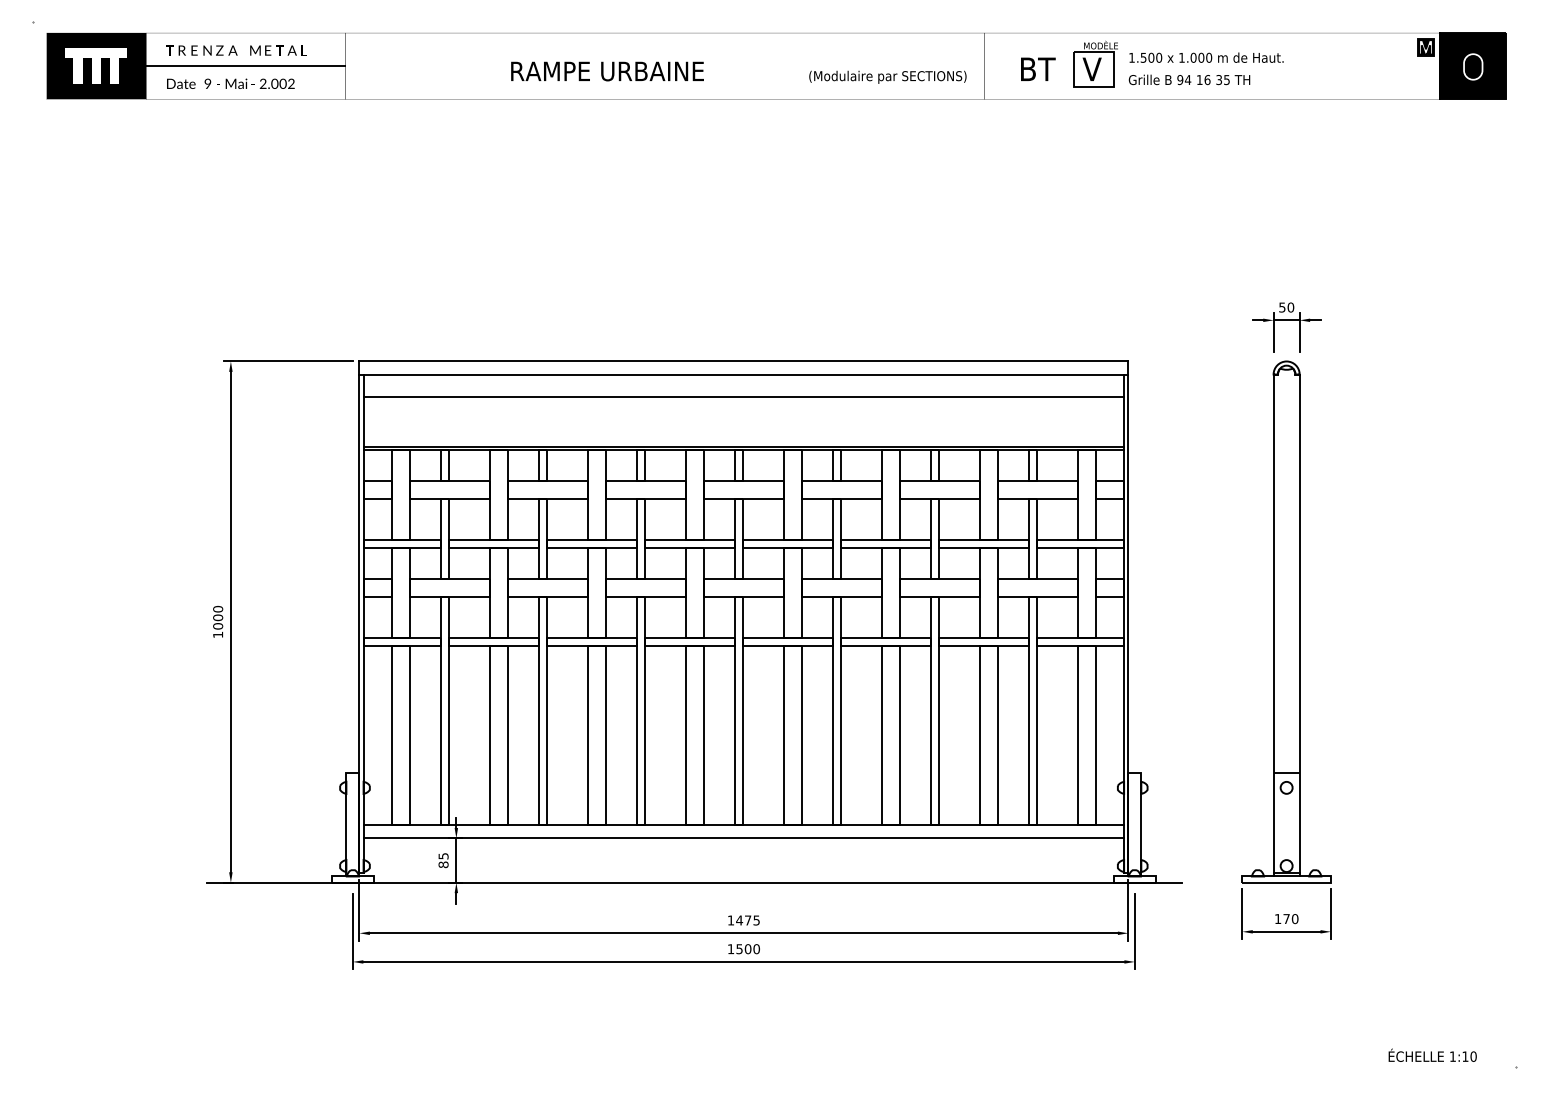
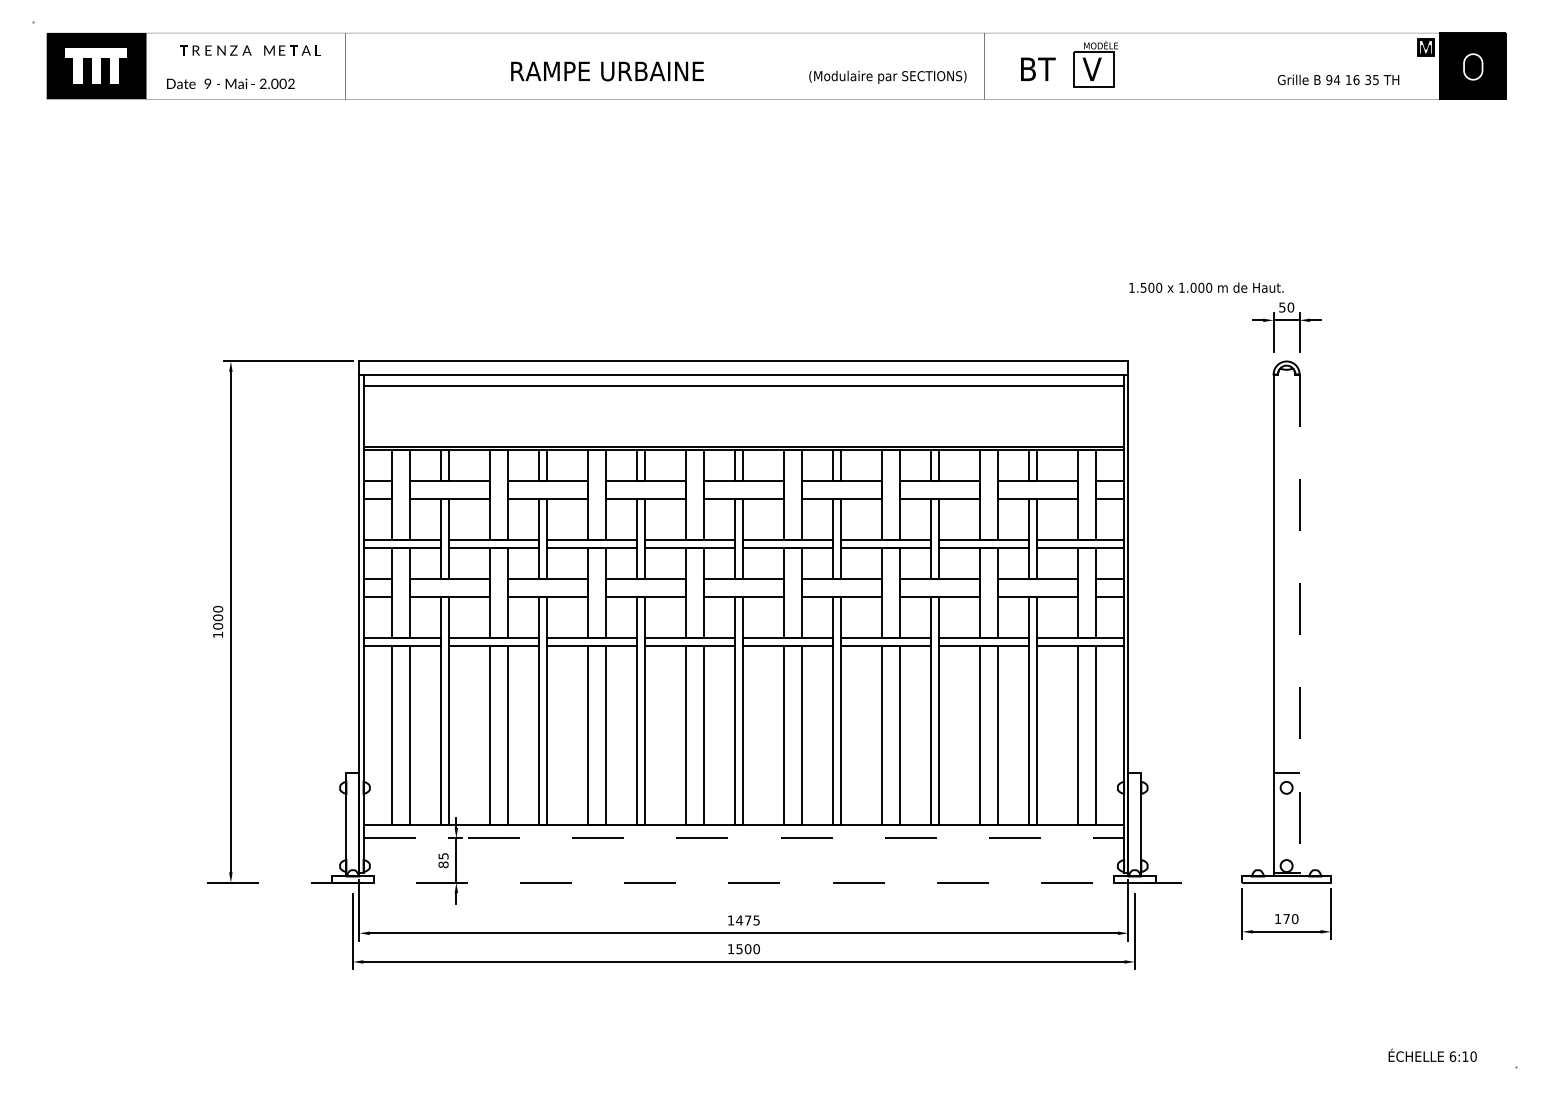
text at (236, 50) position: (236, 50) -> (250, 50)
text at (1206, 57) position: (1206, 57) -> (1206, 287)
line at (245, 66): present -> none
text at (1189, 79) position: (1189, 79) -> (1338, 79)
line at (743, 397) position: (743, 397) -> (743, 386)
line at (1299, 625): solid -> dashed
line at (744, 838): solid -> dashed
line at (694, 882): solid -> dashed
text at (1452, 1056): 1:10 -> 6:10
